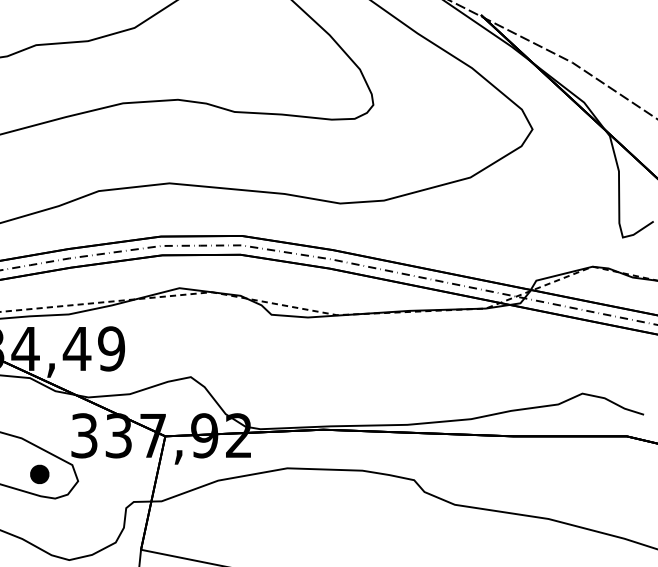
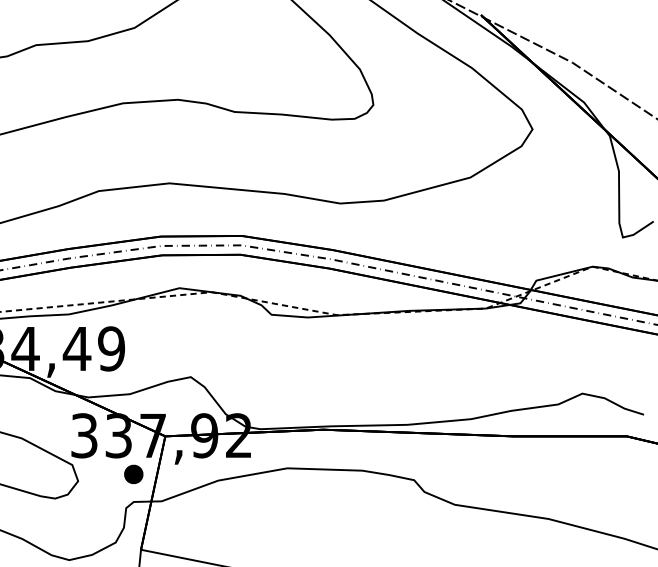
part at (39, 473) position: (39, 473) -> (133, 473)
